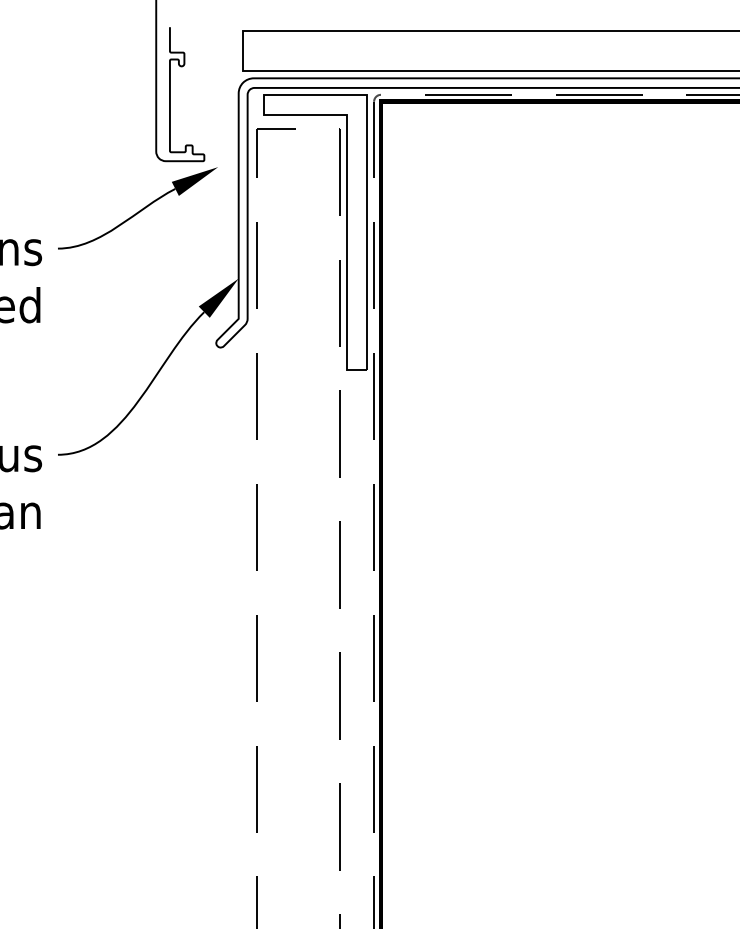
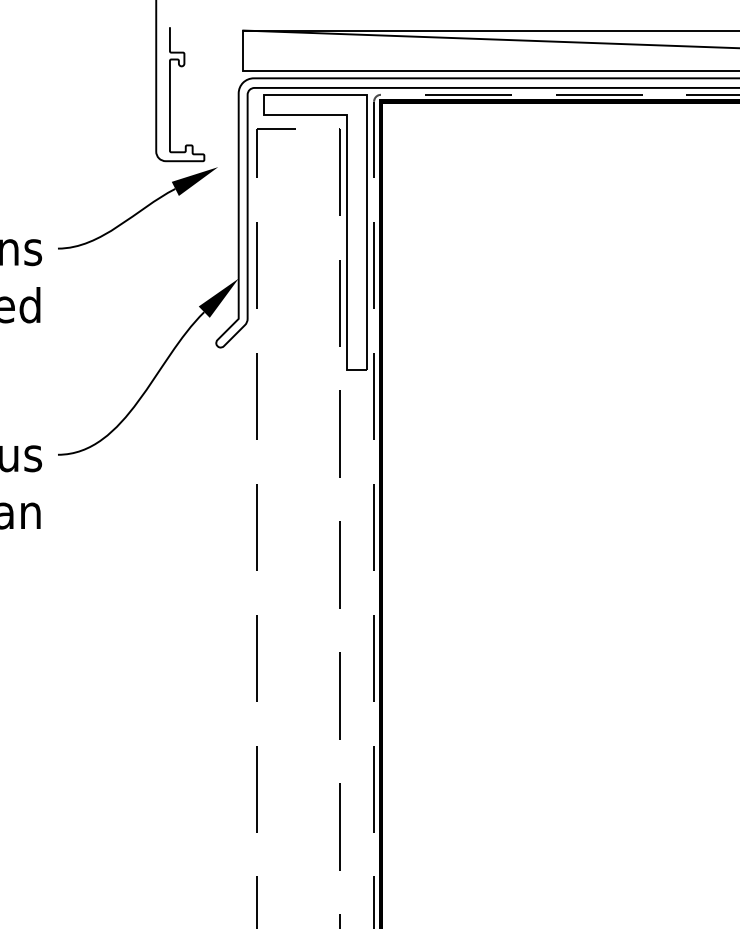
line at (489, 39): none -> present
